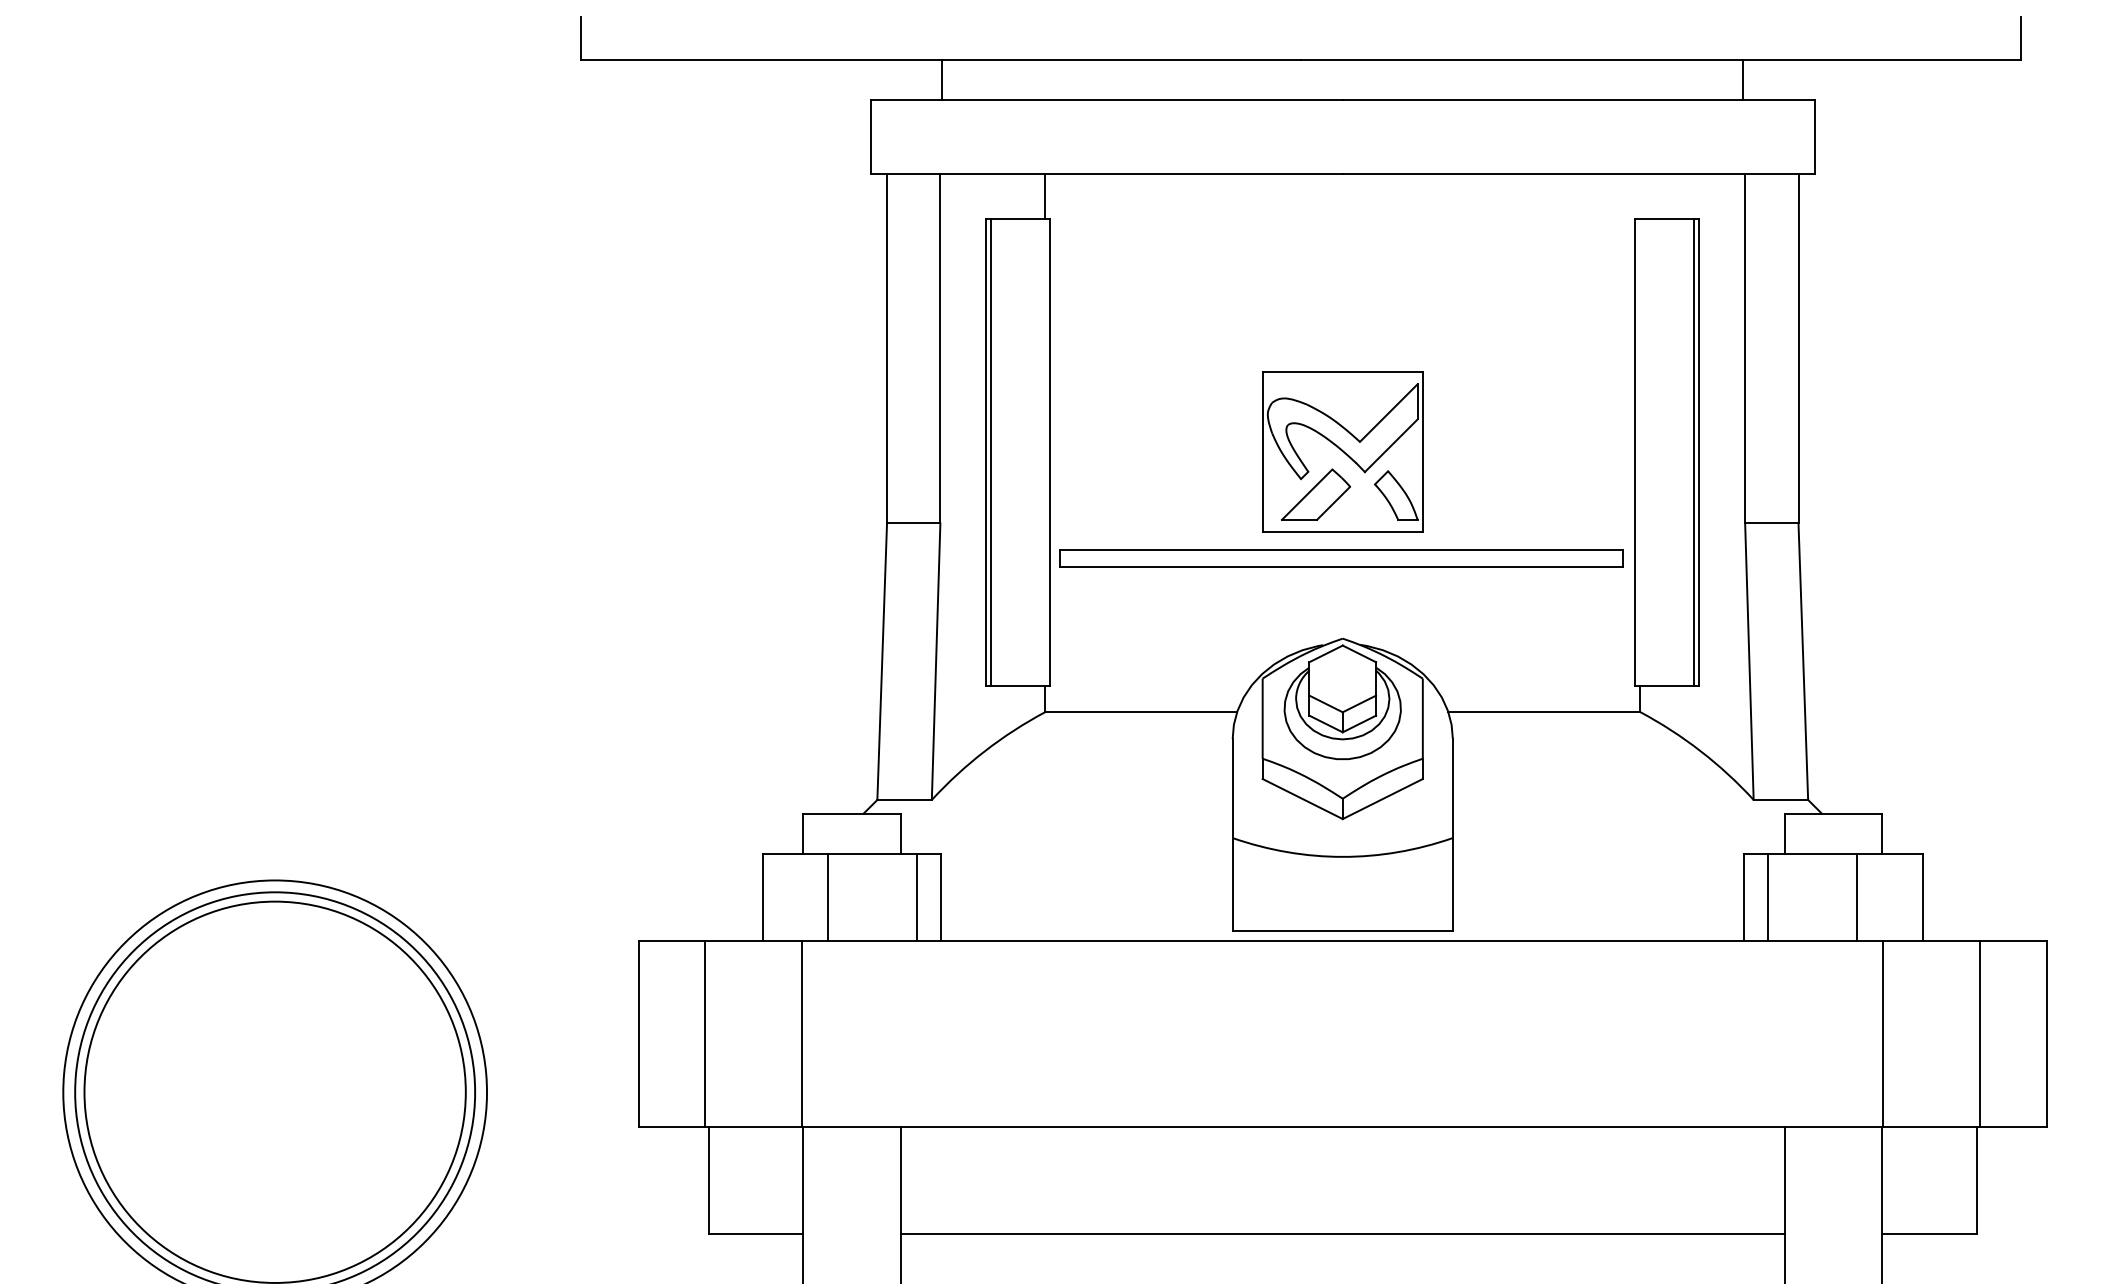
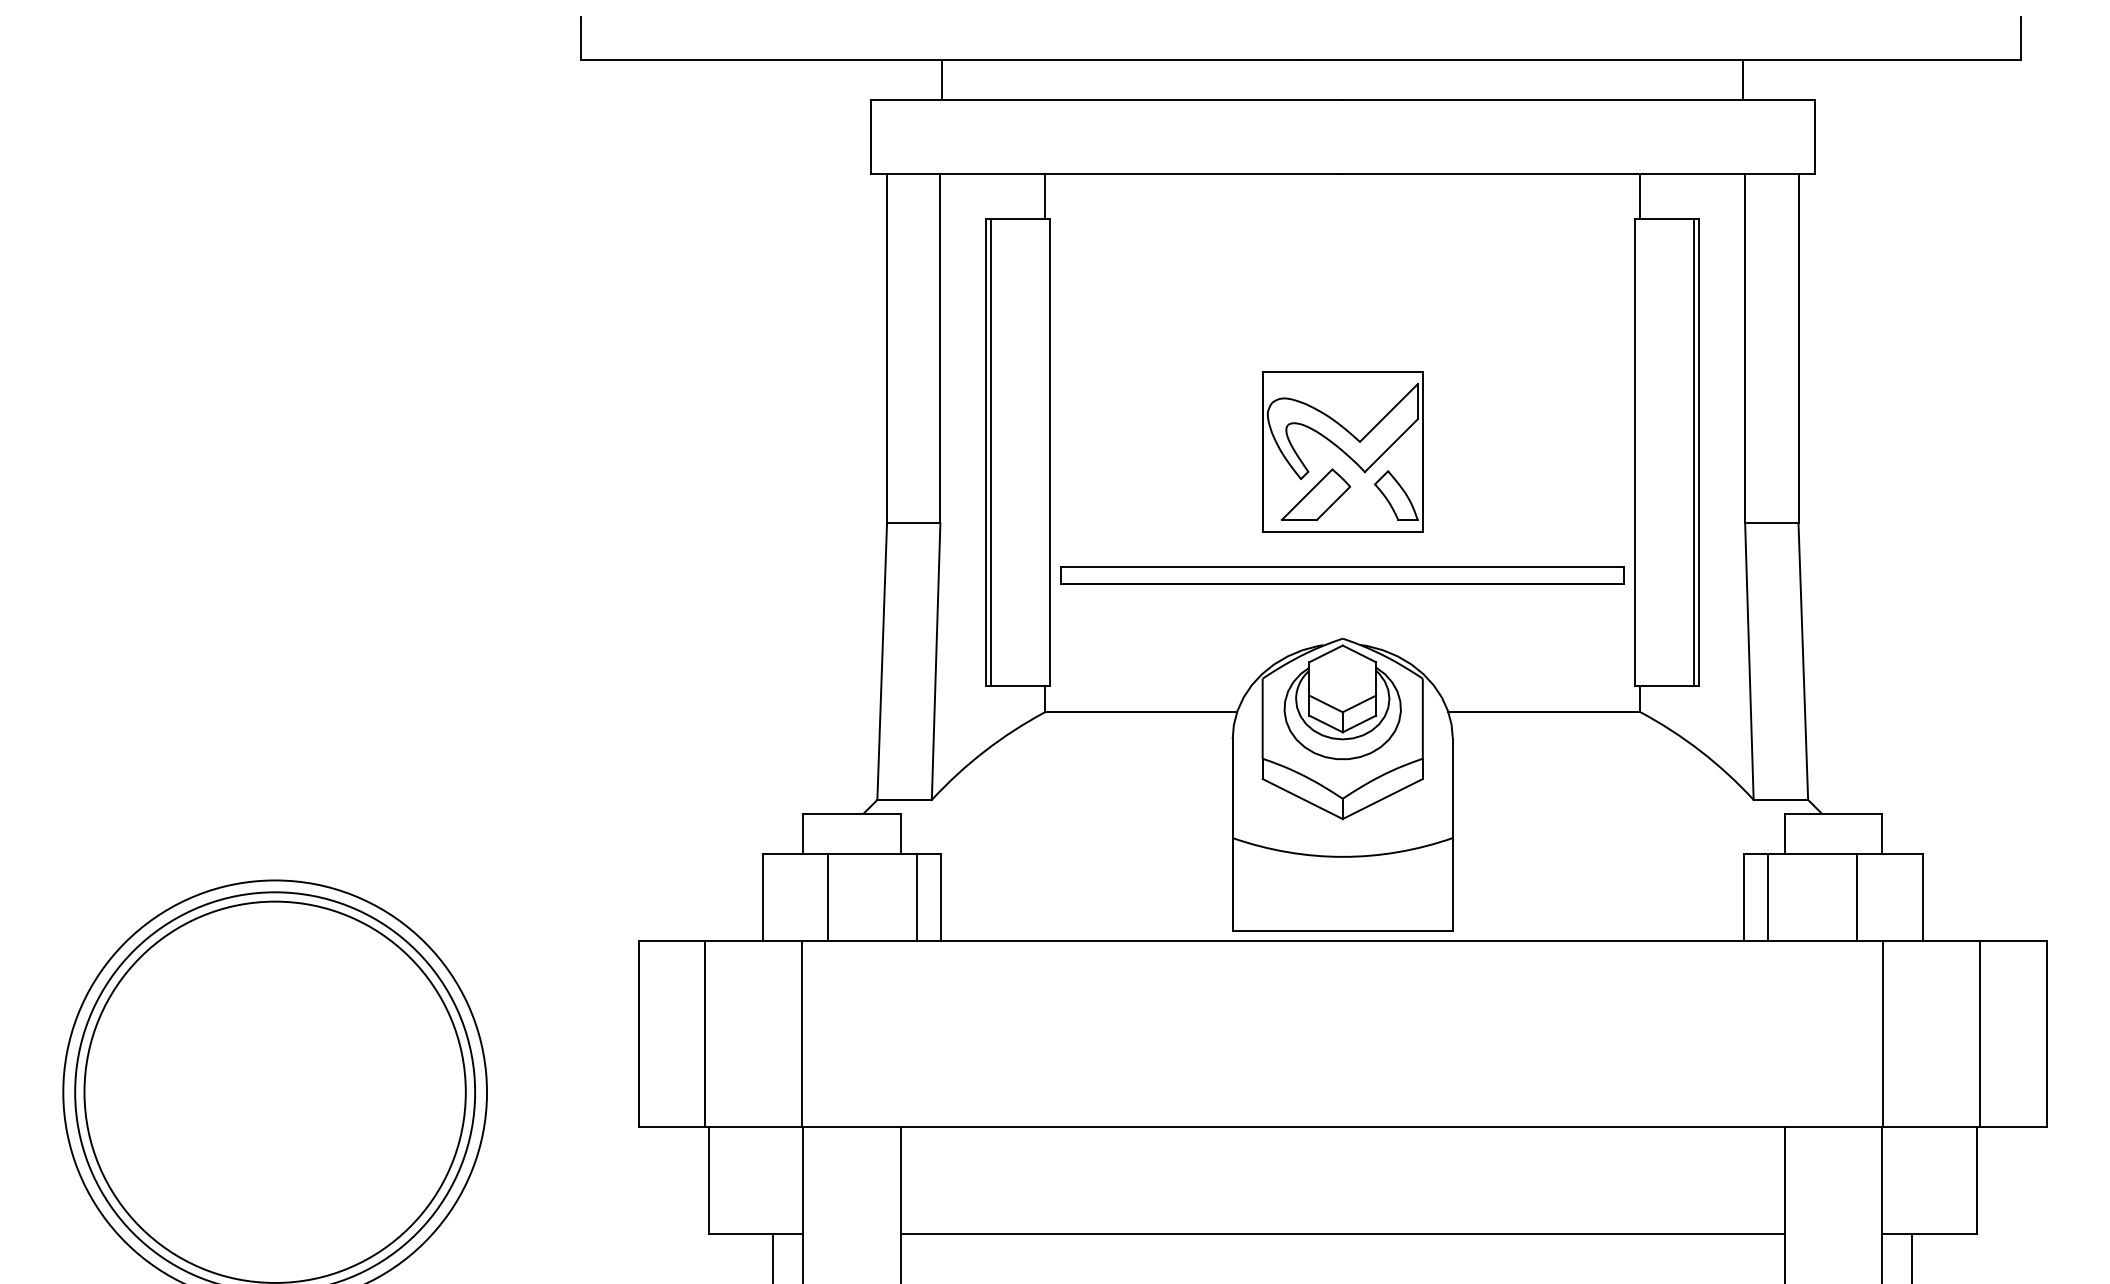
line at (1640, 195): none -> present
part at (1341, 558) position: (1341, 558) -> (1342, 575)
line at (773, 1257): none -> present
line at (1912, 1257): none -> present
